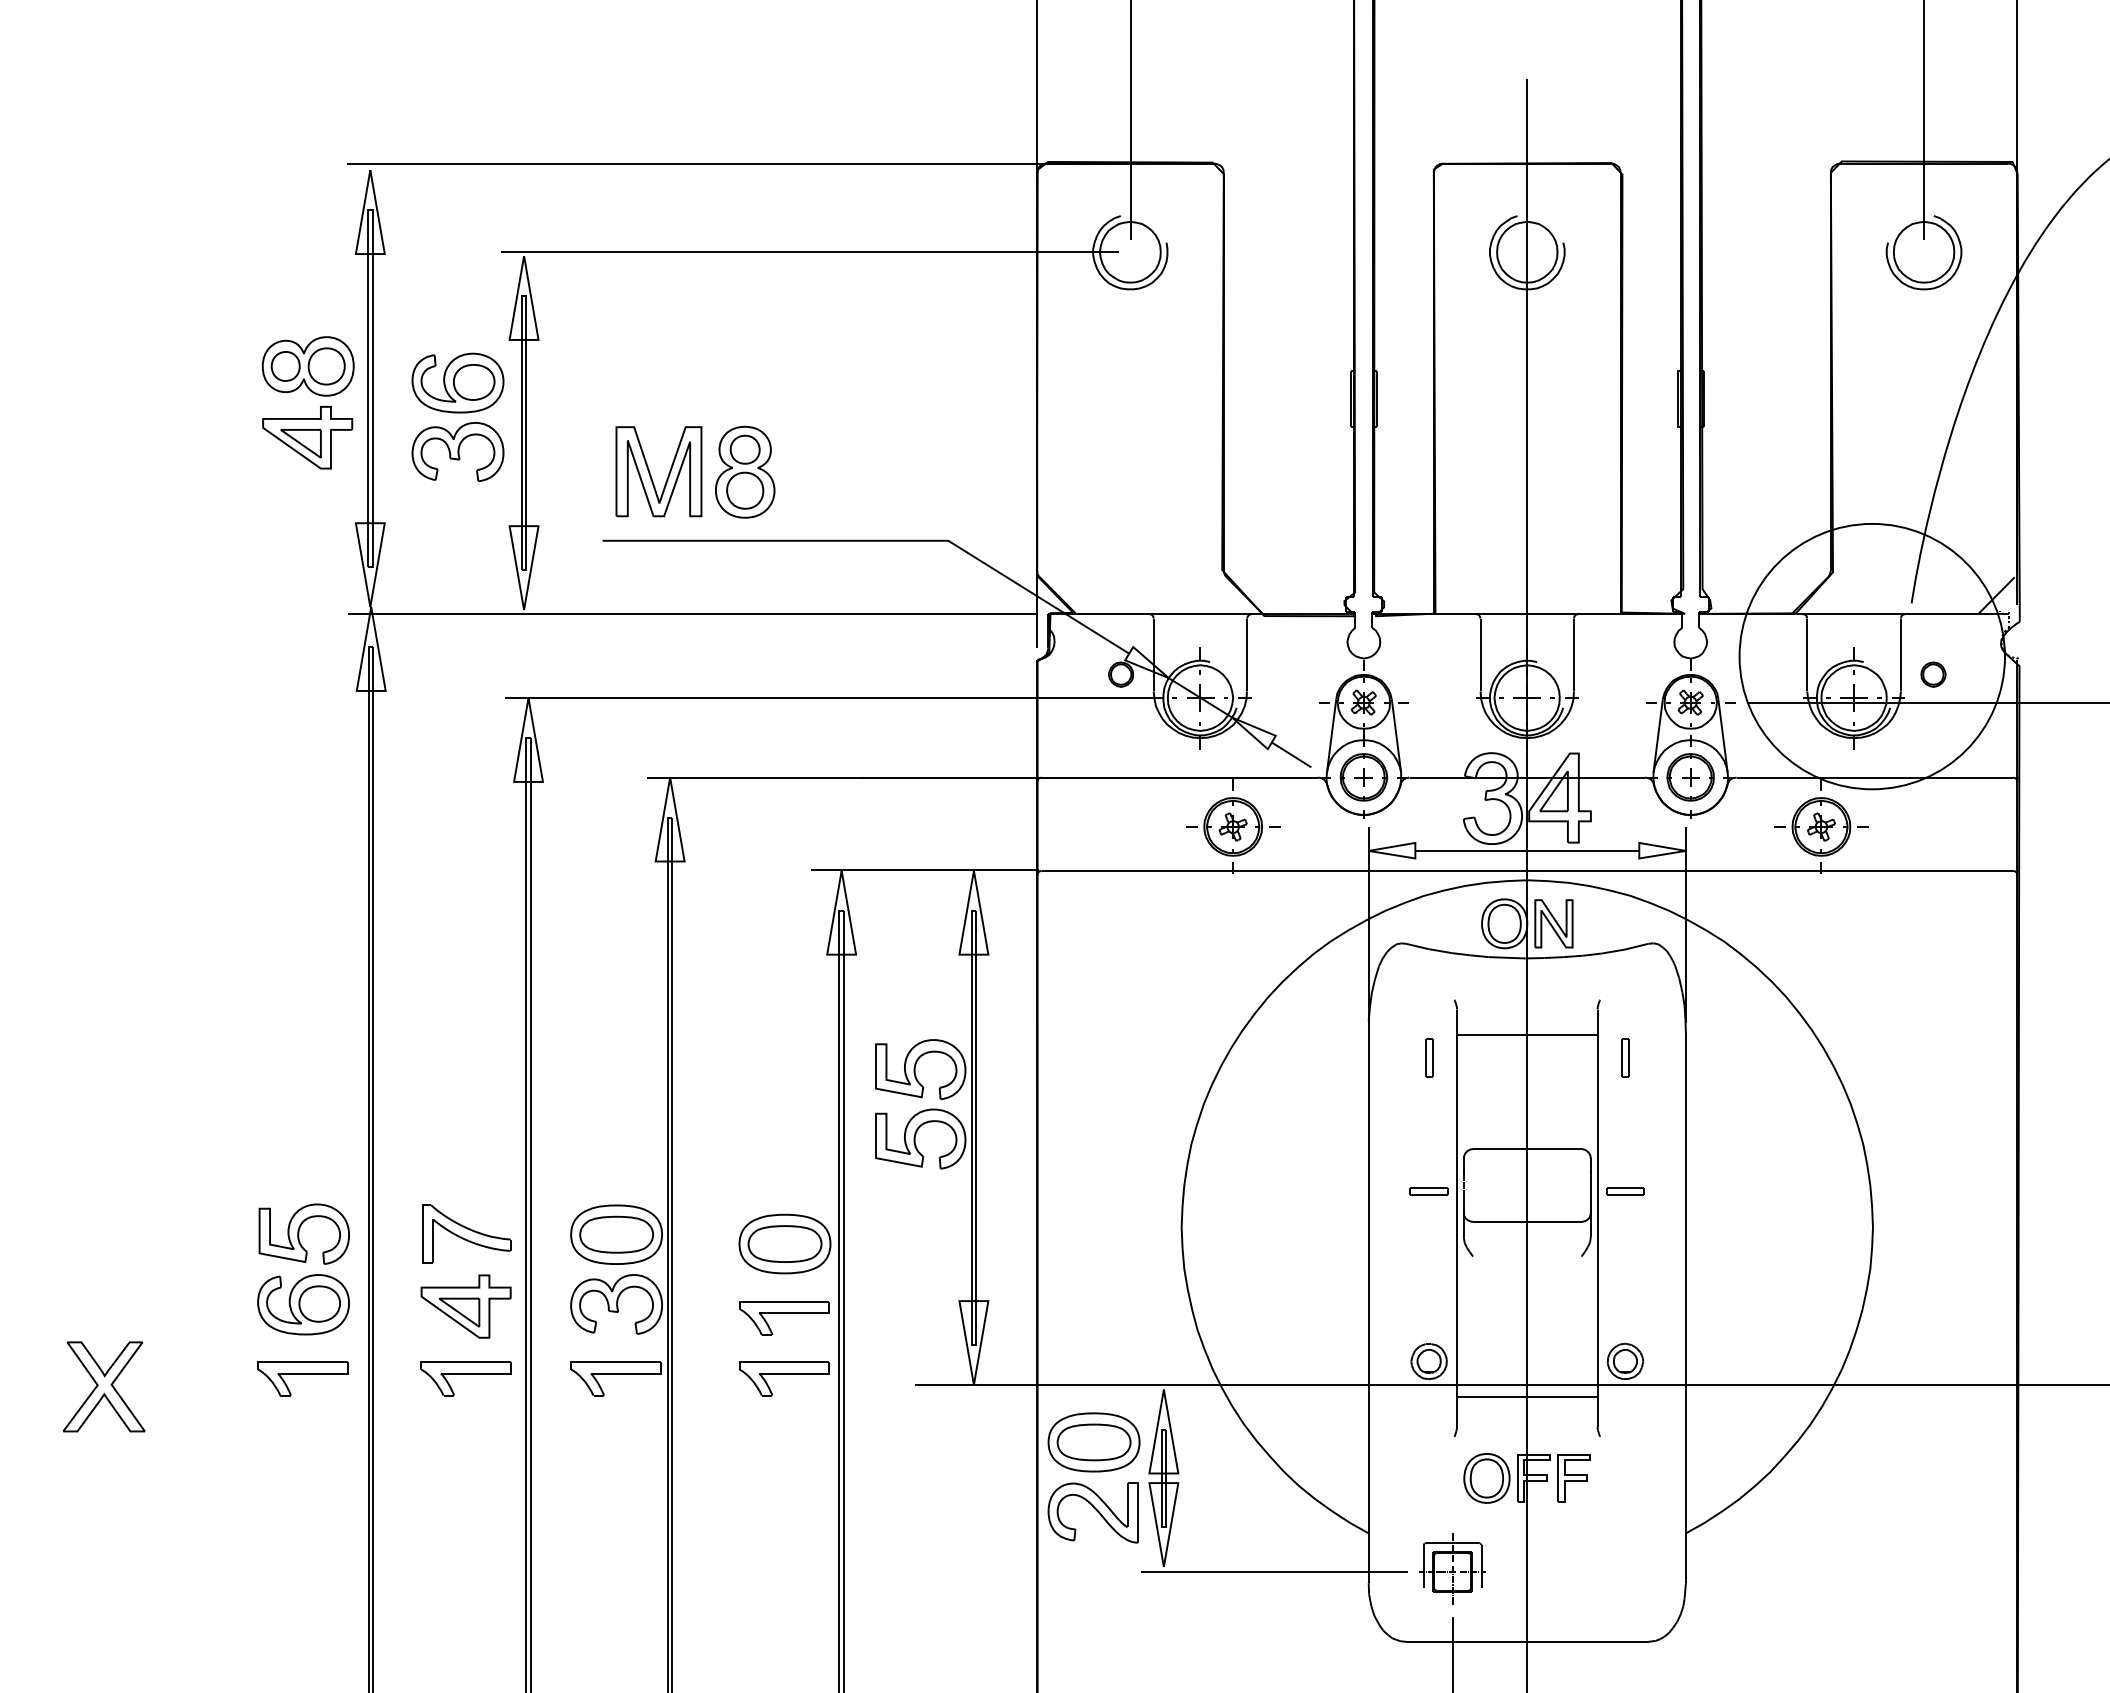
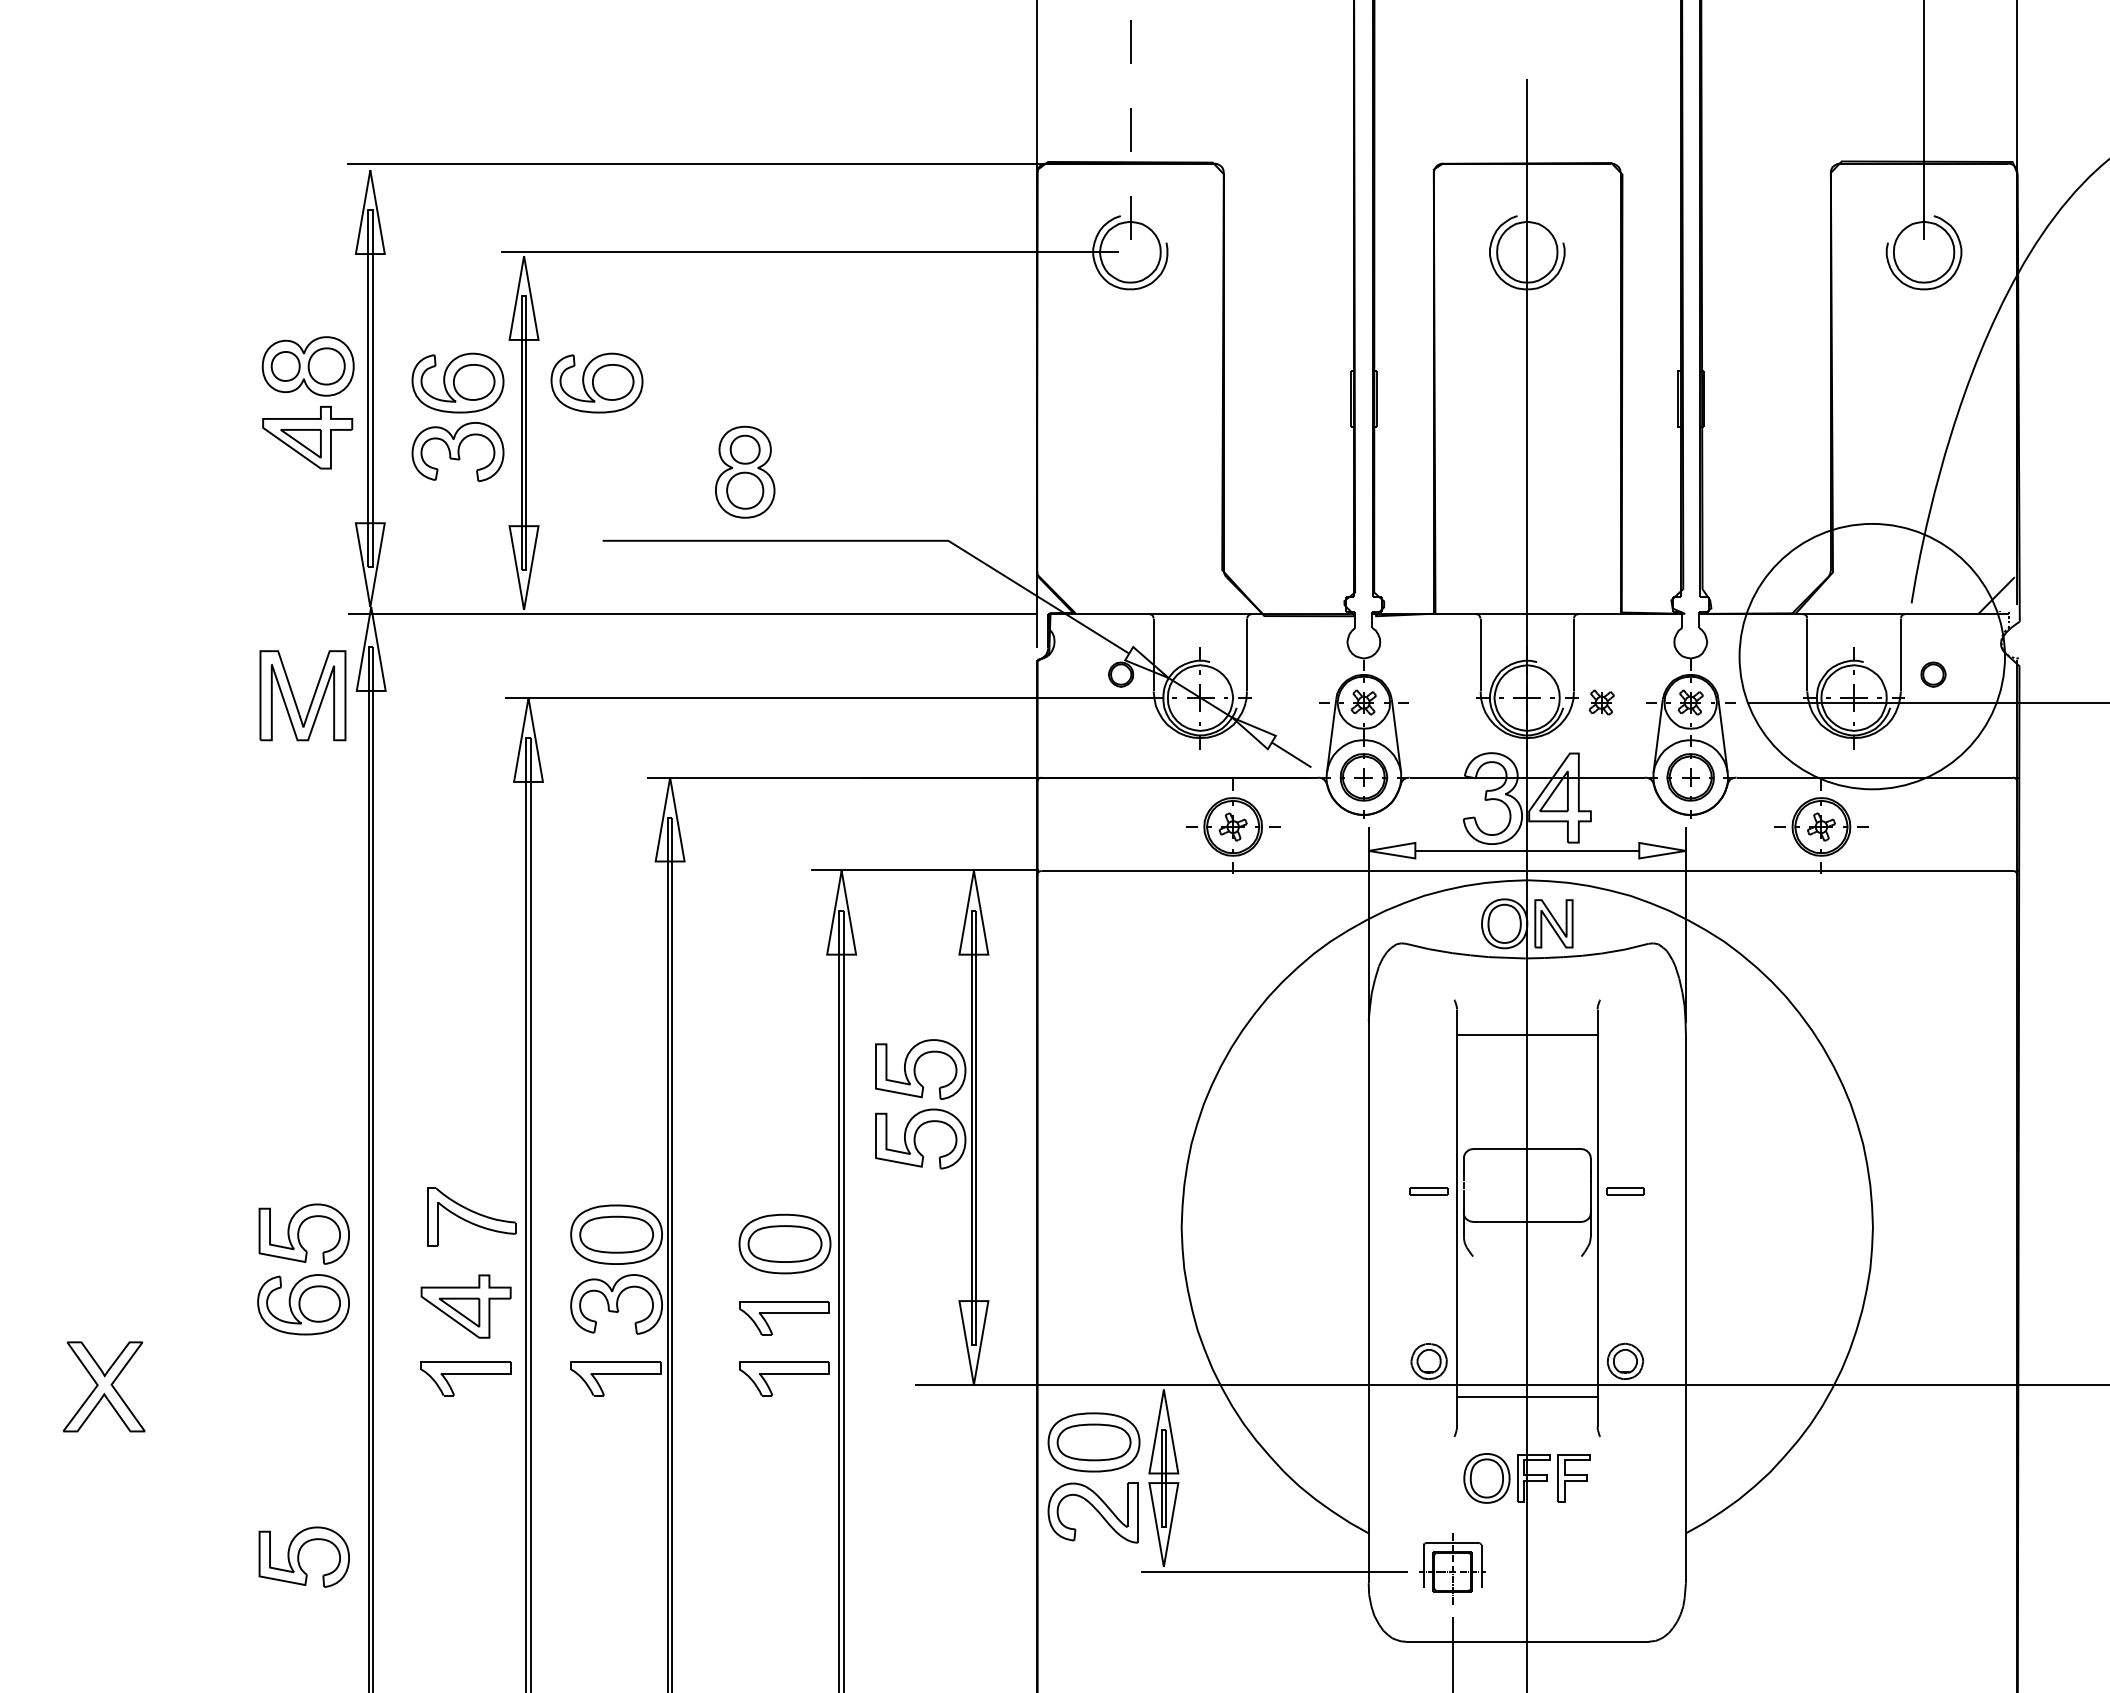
line at (1130, 120): solid -> dashed
part at (596, 382): none -> present
part at (650, 472) position: (650, 472) -> (294, 696)
part at (1601, 702): none -> present
part at (1429, 1057): present -> none
part at (1625, 1057): present -> none
part at (466, 1233) position: (466, 1233) -> (471, 1216)
part at (302, 1378): present -> none
part at (303, 1556): none -> present
